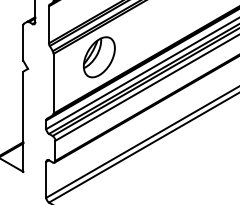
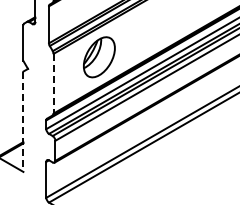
line at (53, 83): solid -> dashed
line at (23, 122): solid -> dashed
